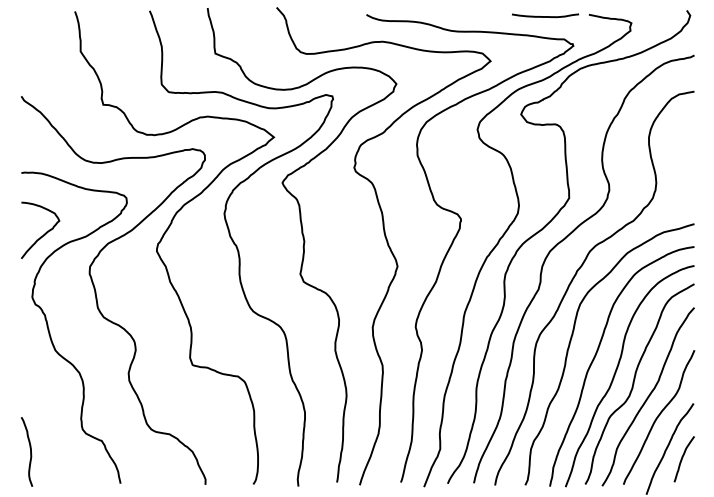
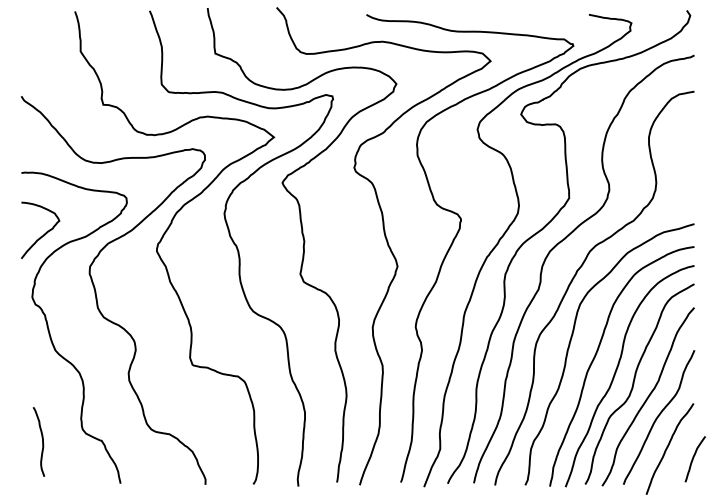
curve at (545, 16): present -> none
curve at (30, 451) position: (30, 451) -> (42, 441)
curve at (682, 459) position: (682, 459) -> (693, 459)
